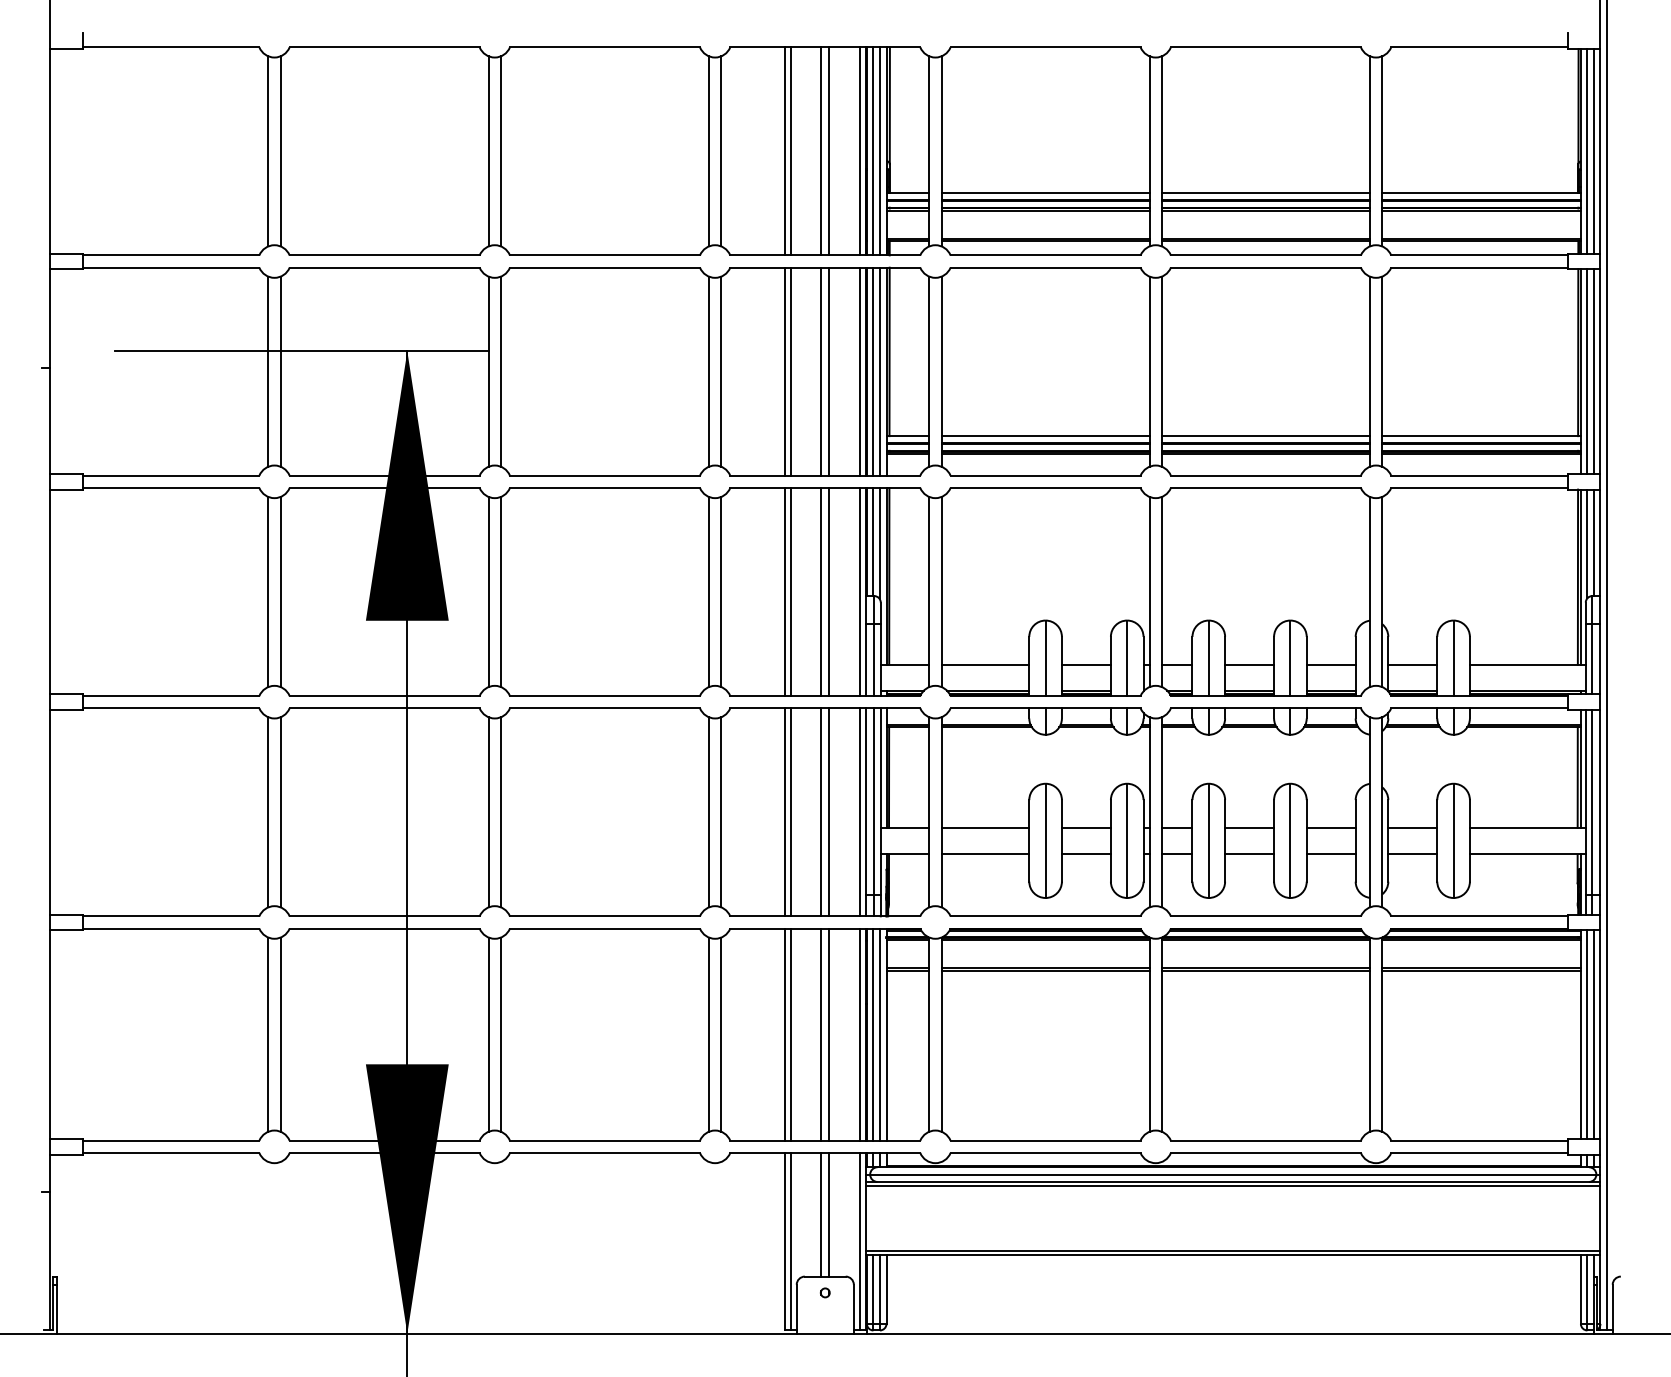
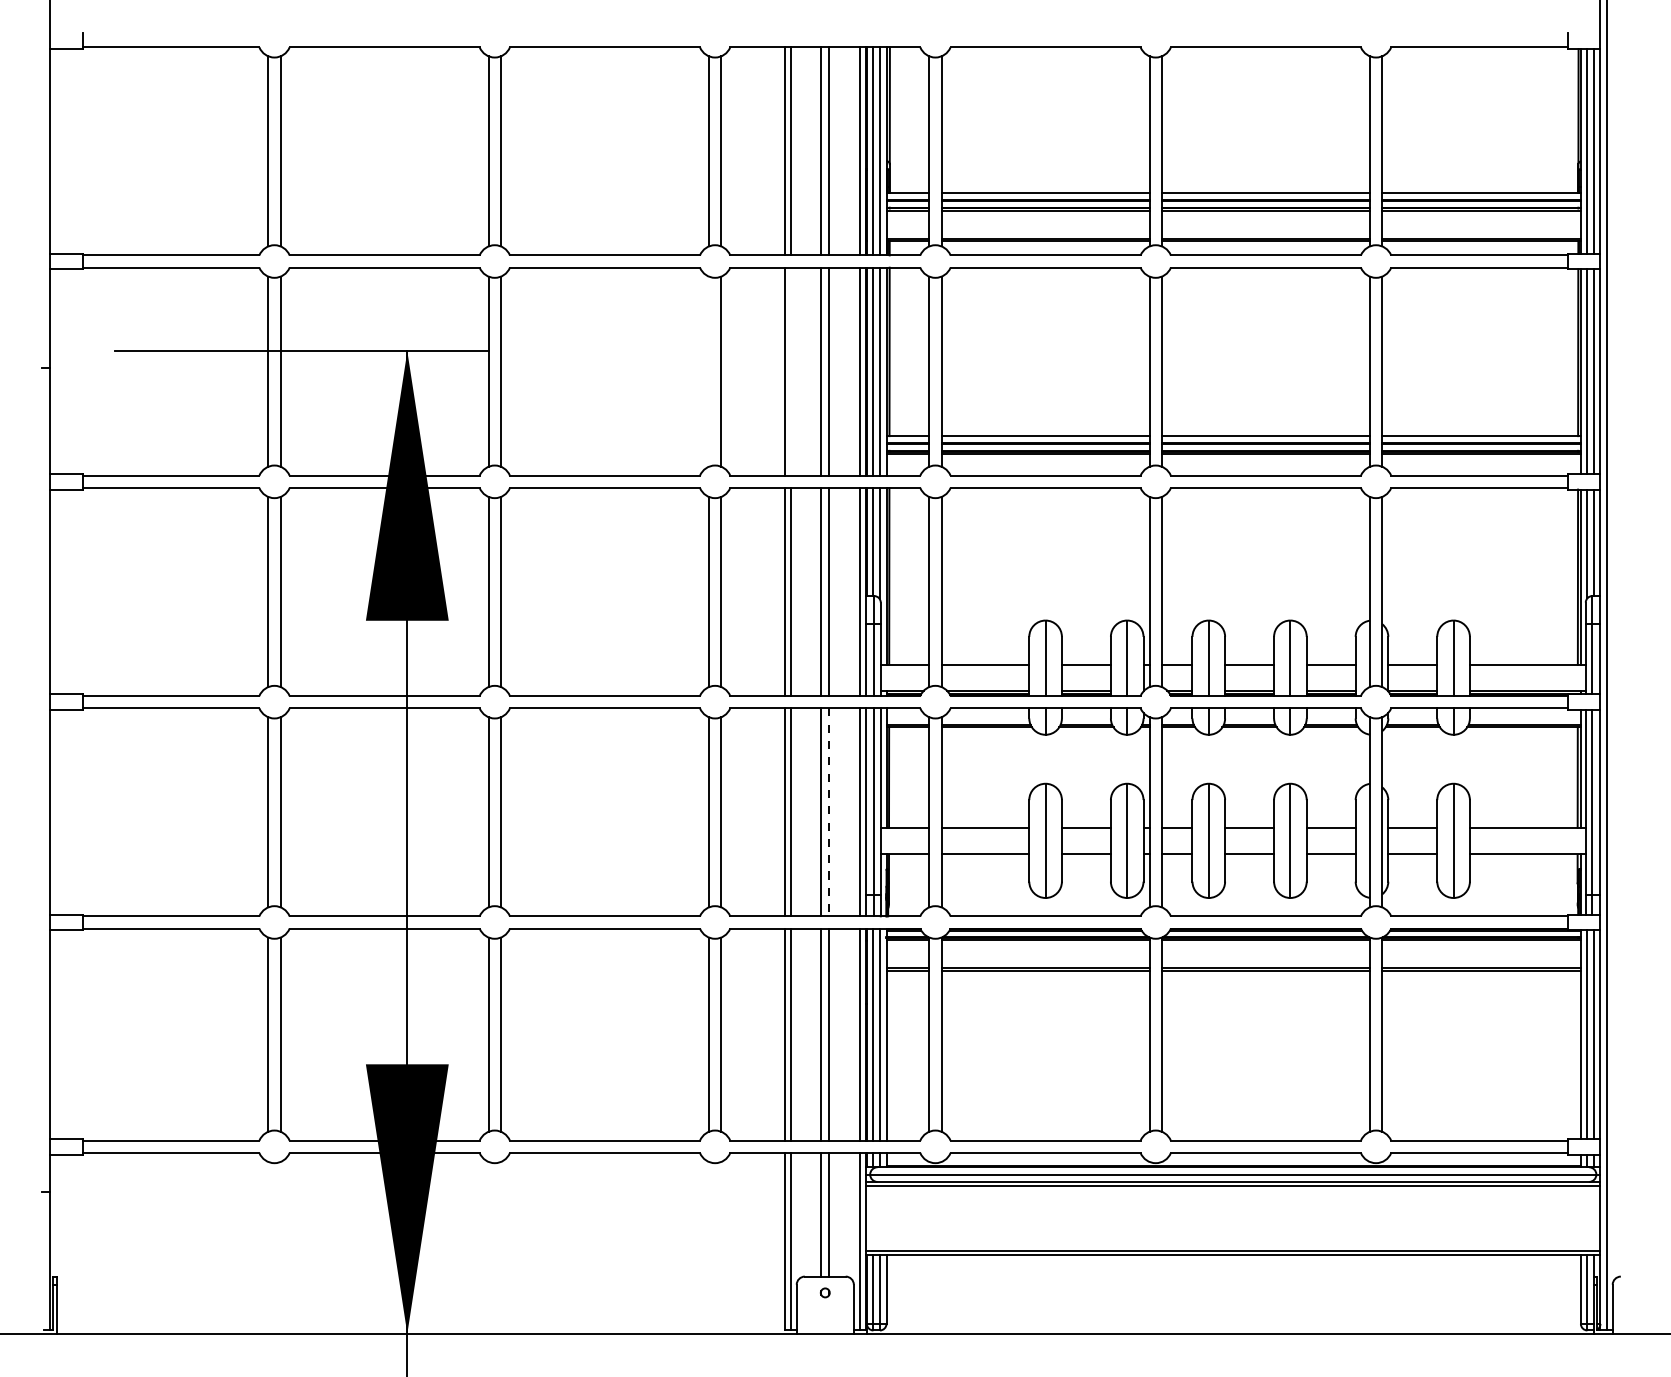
line at (709, 371): present -> none
line at (791, 371): present -> none
line at (829, 812): solid -> dashed
